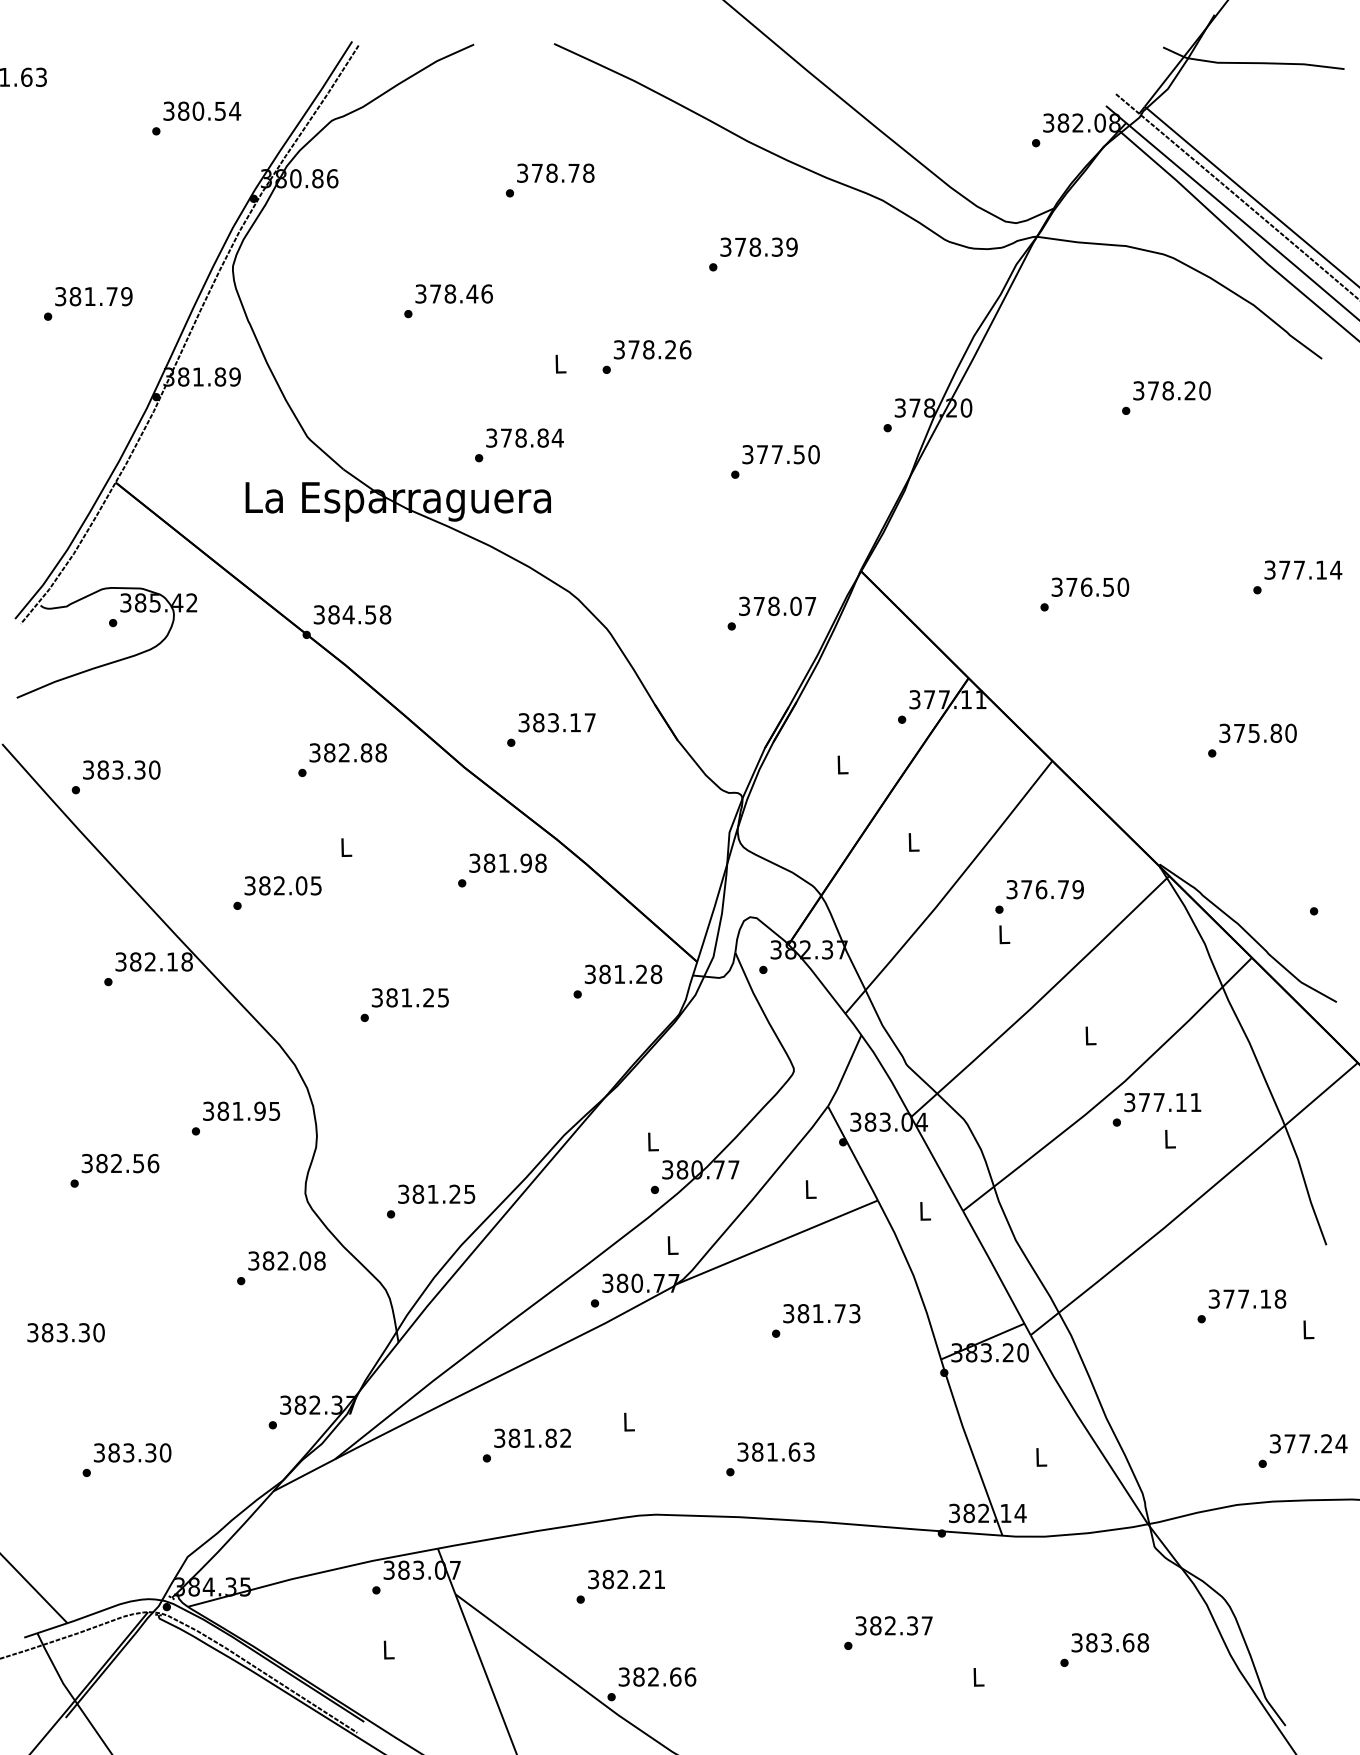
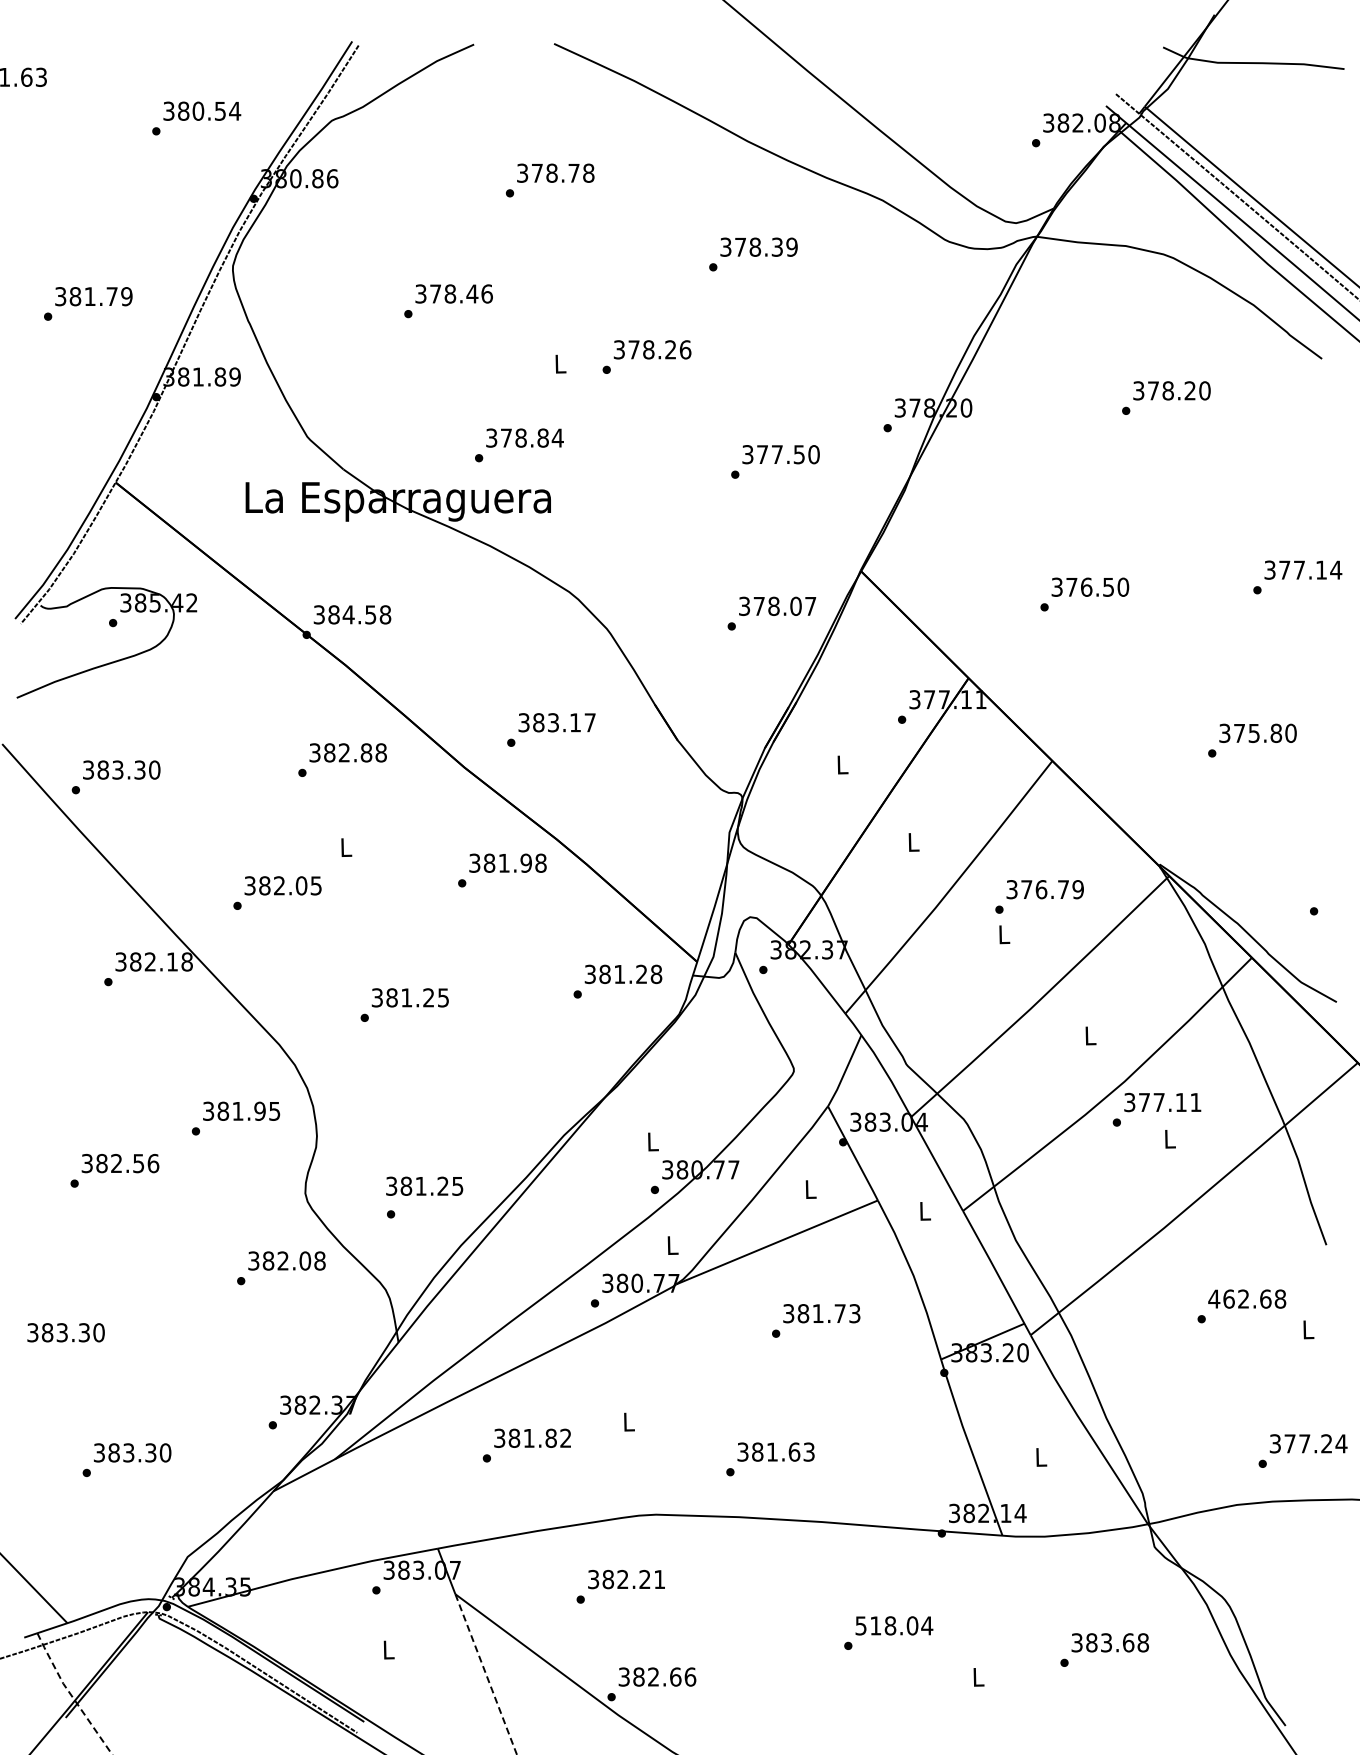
text at (436, 1193) position: (436, 1193) -> (424, 1185)
text at (1239, 1298): 377.18 -> 462.68
text at (894, 1625): 382.37 -> 518.04
line at (486, 1675): solid -> dashed
line at (70, 1694): solid -> dashed
